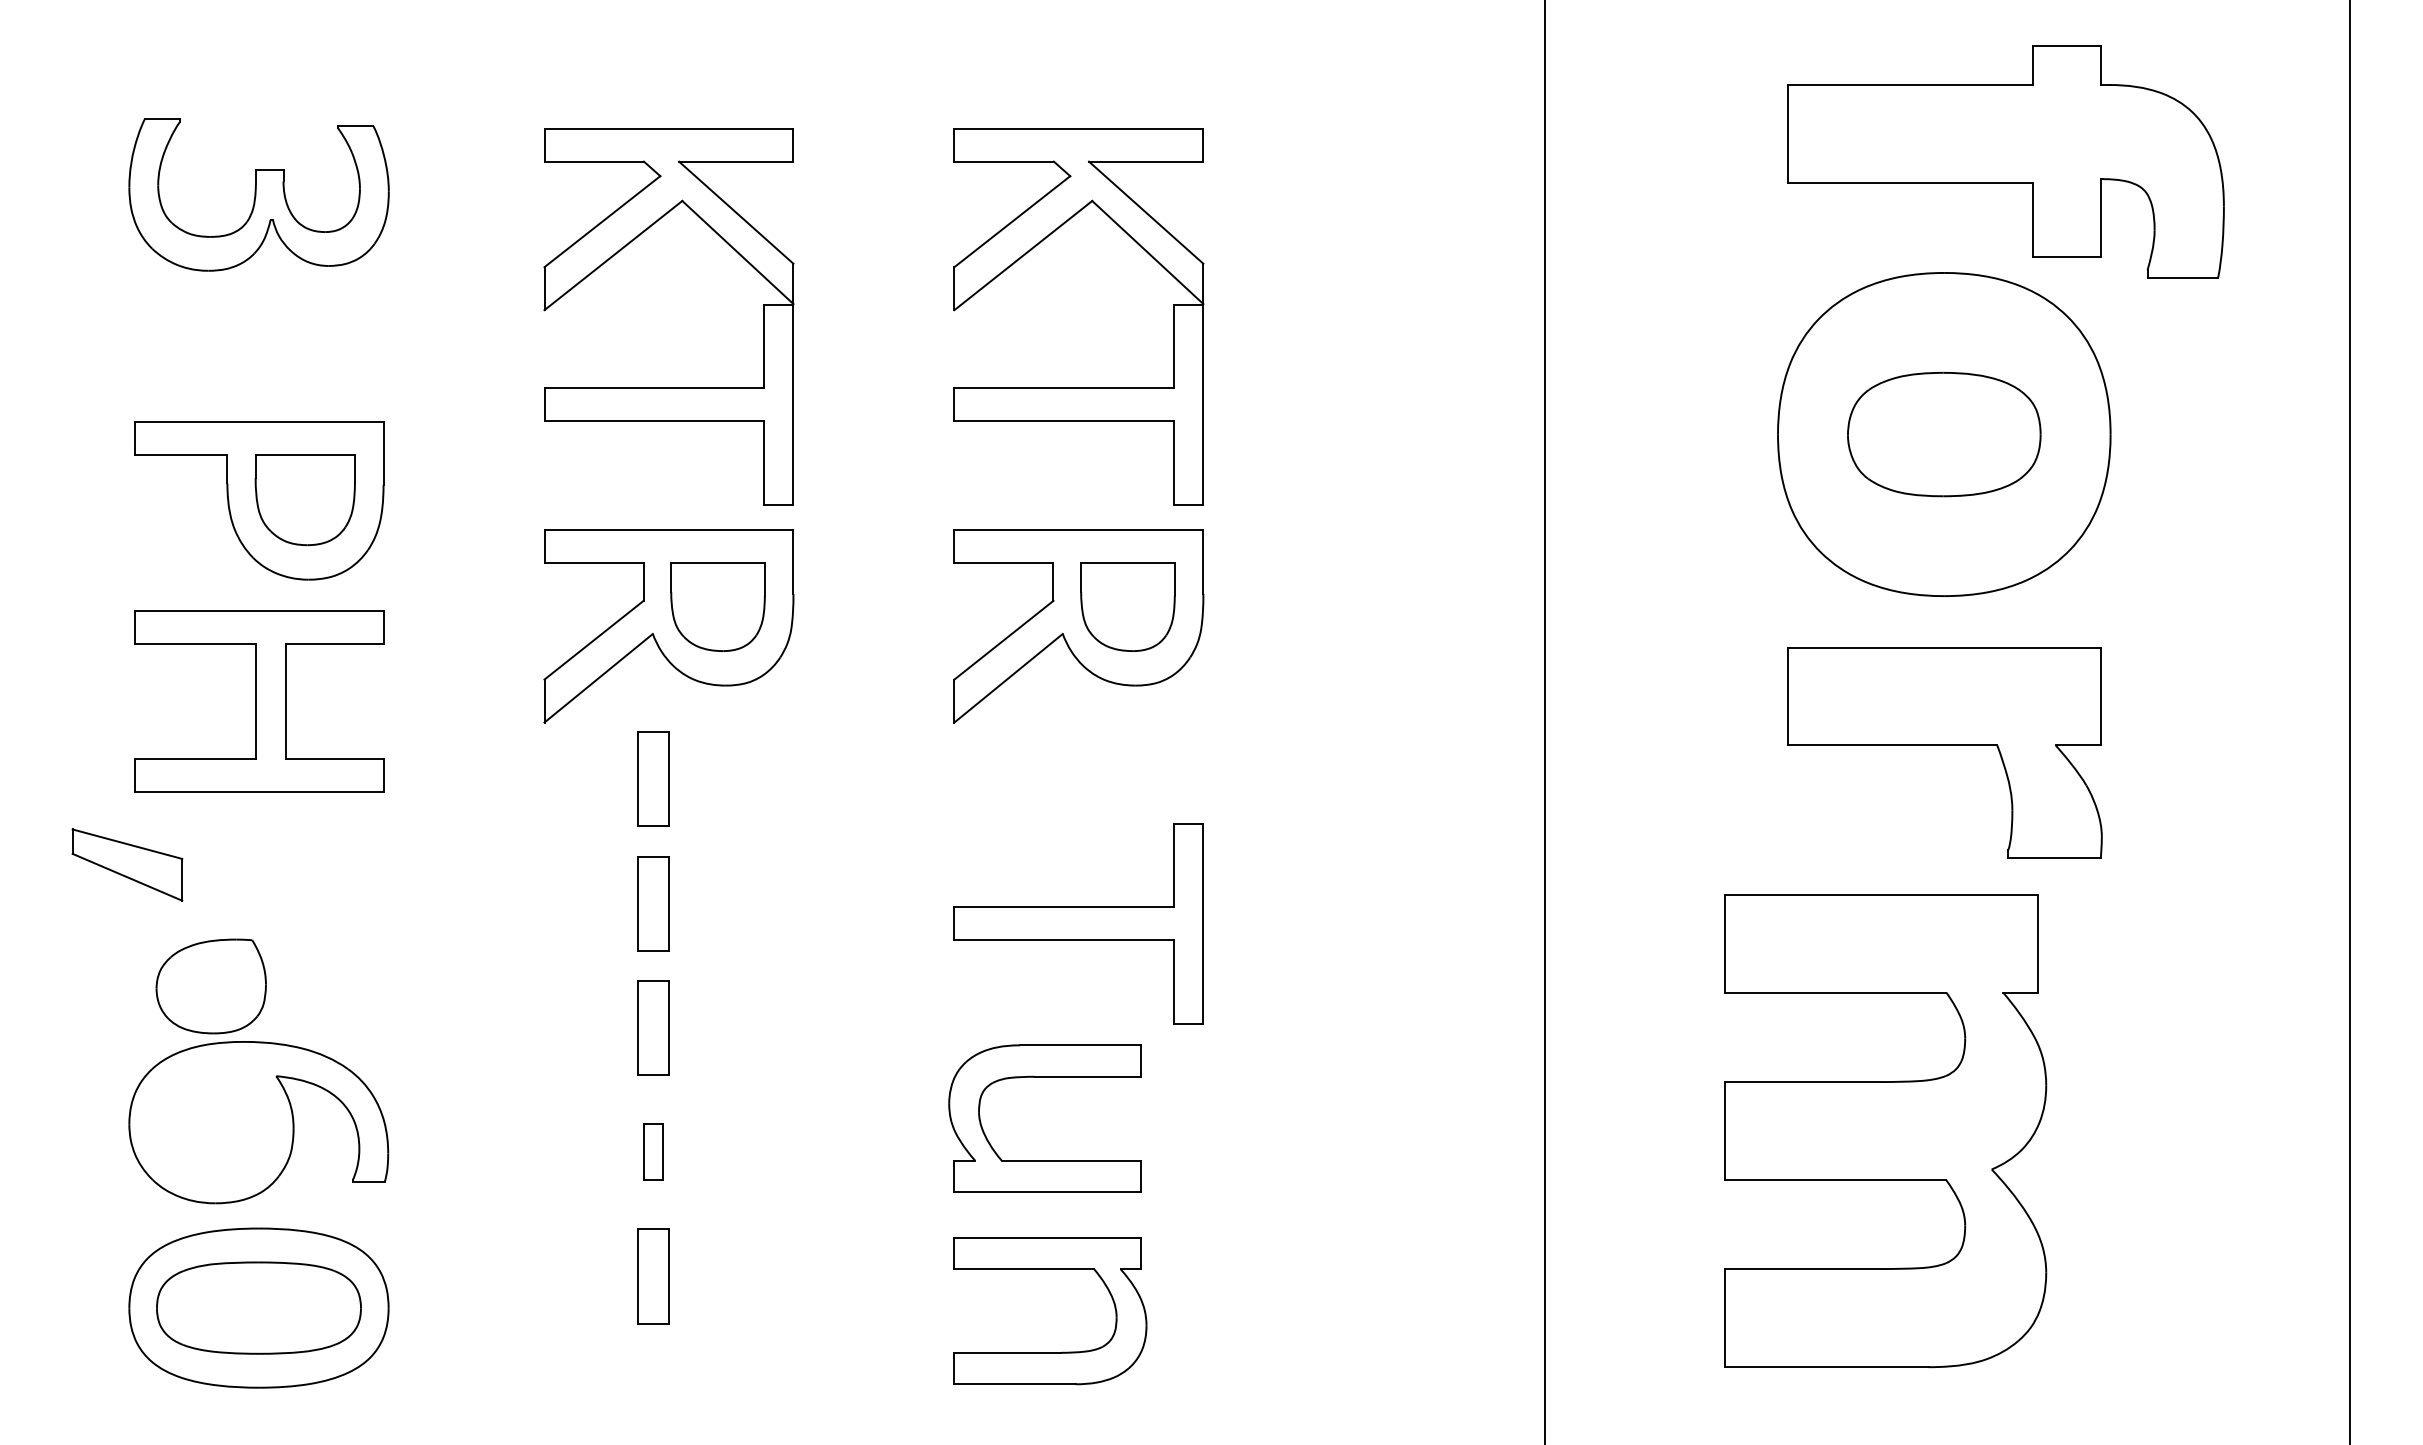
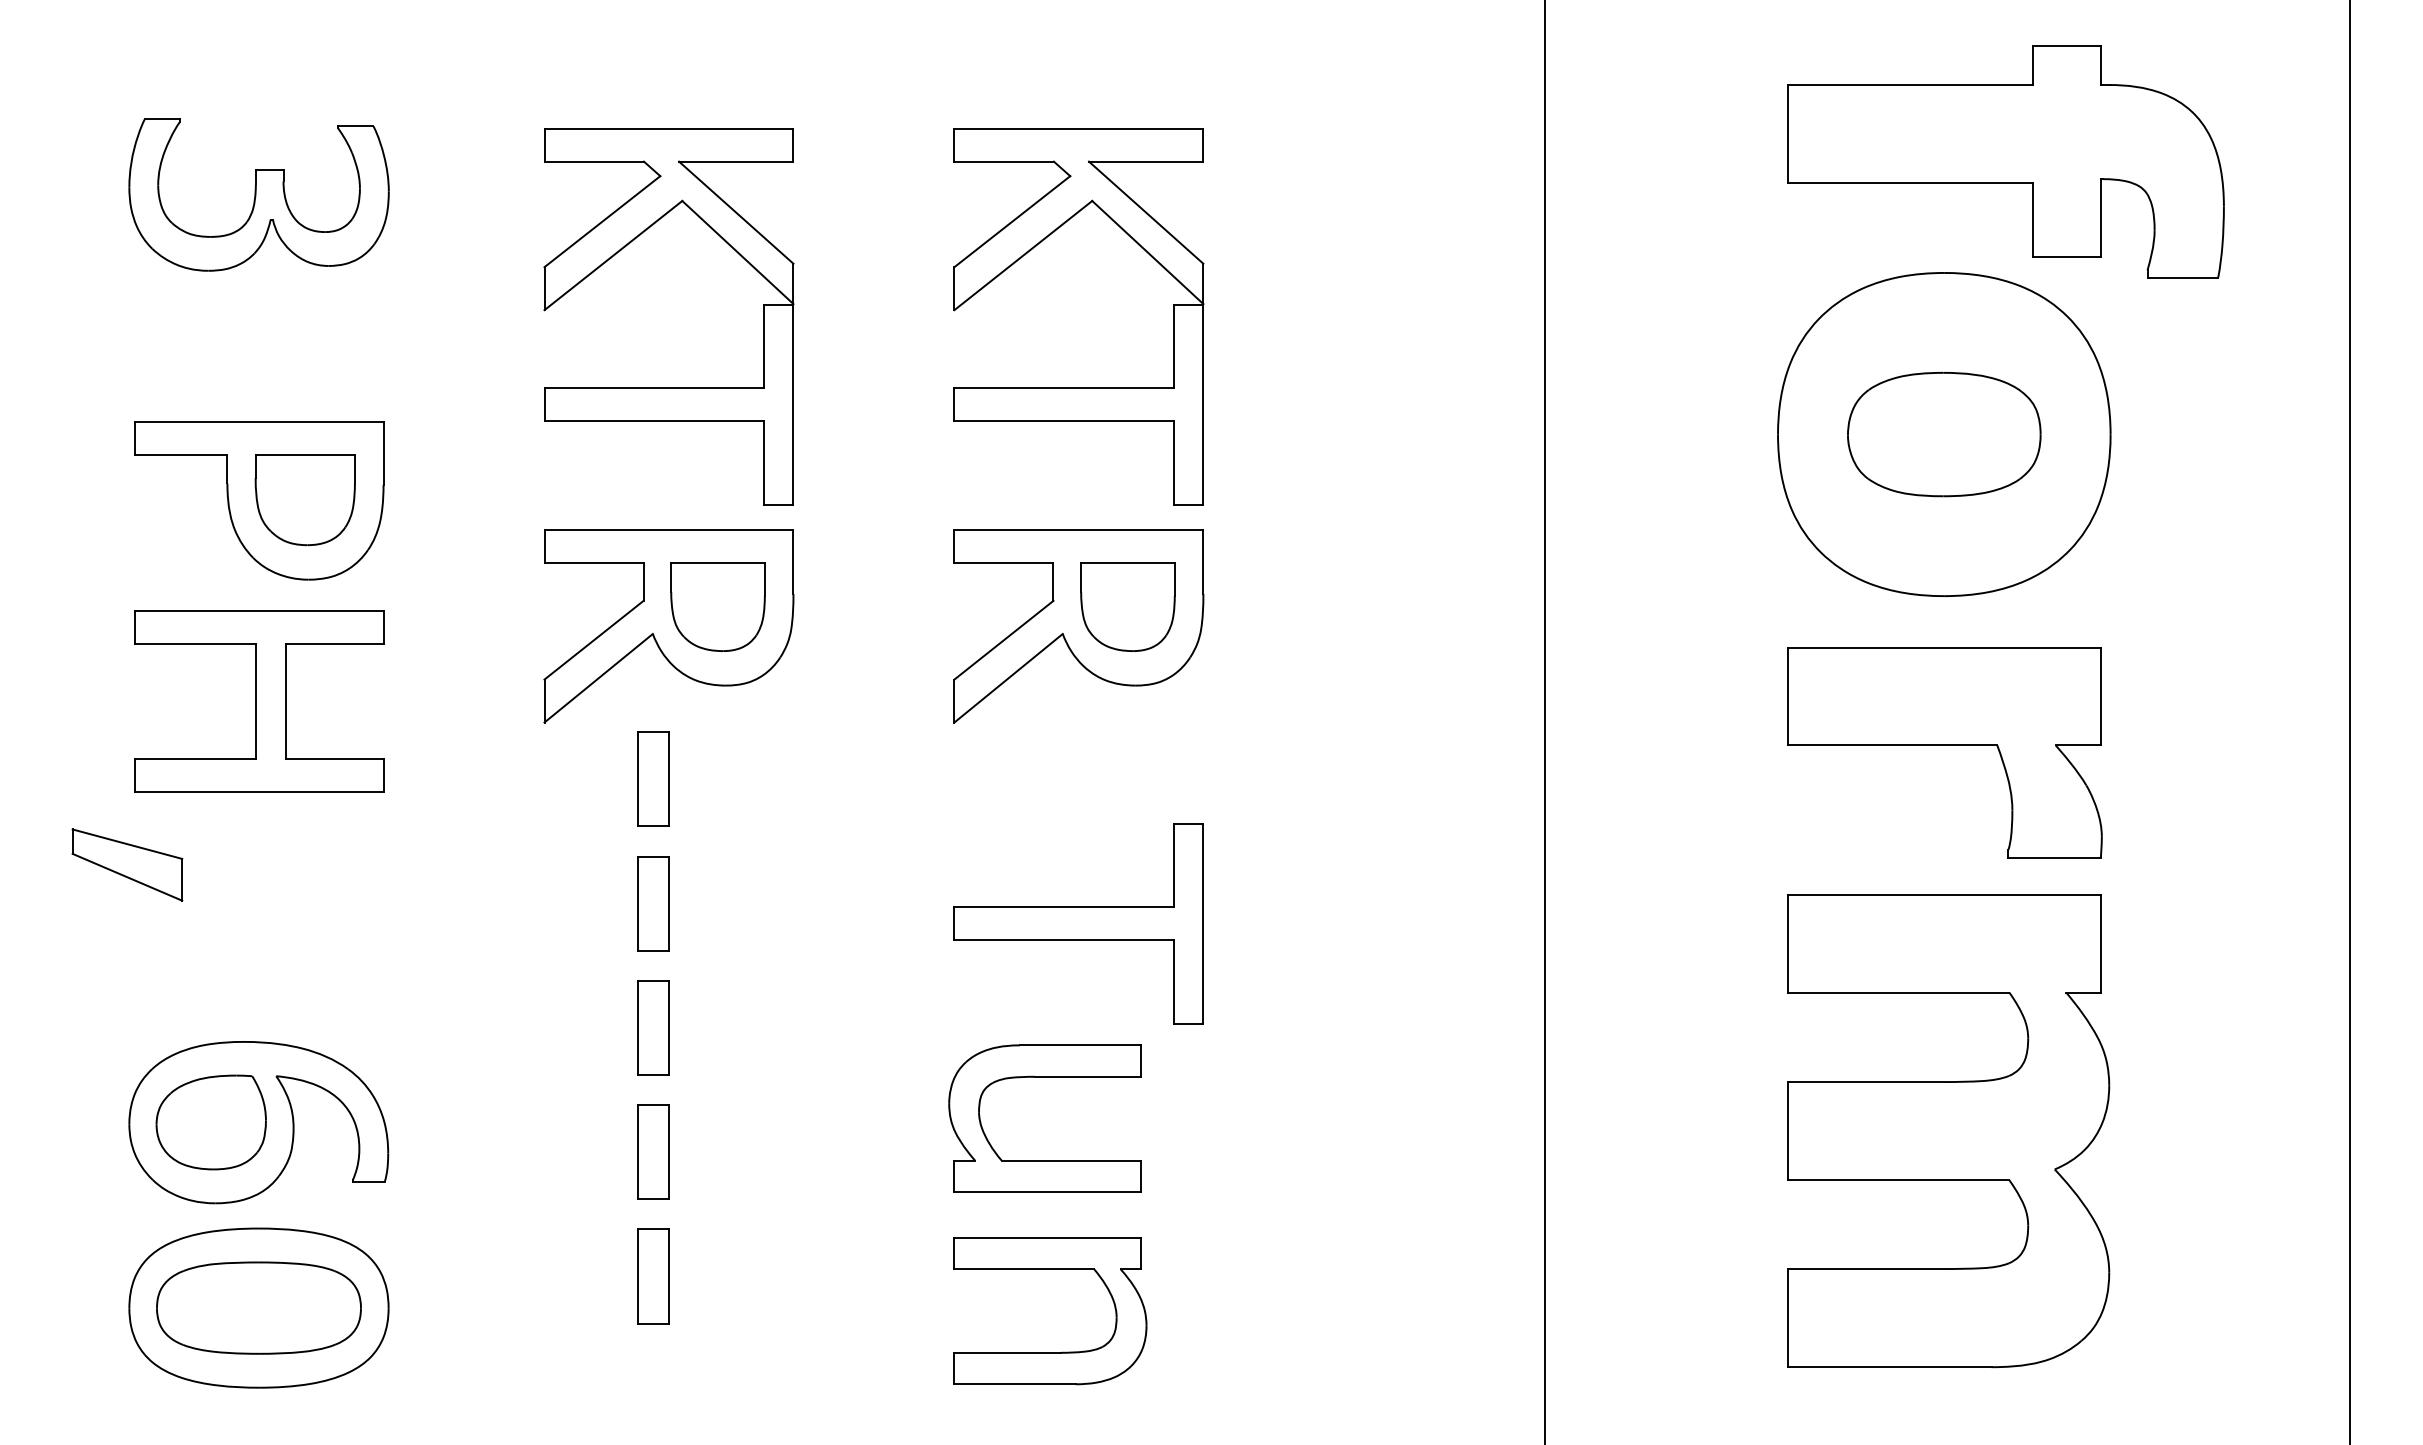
part at (210, 986) position: (210, 986) -> (210, 1122)
part at (1885, 1131) position: (1885, 1131) -> (1948, 1131)
part at (653, 1151) size: 21x58 px -> 33x96 px
